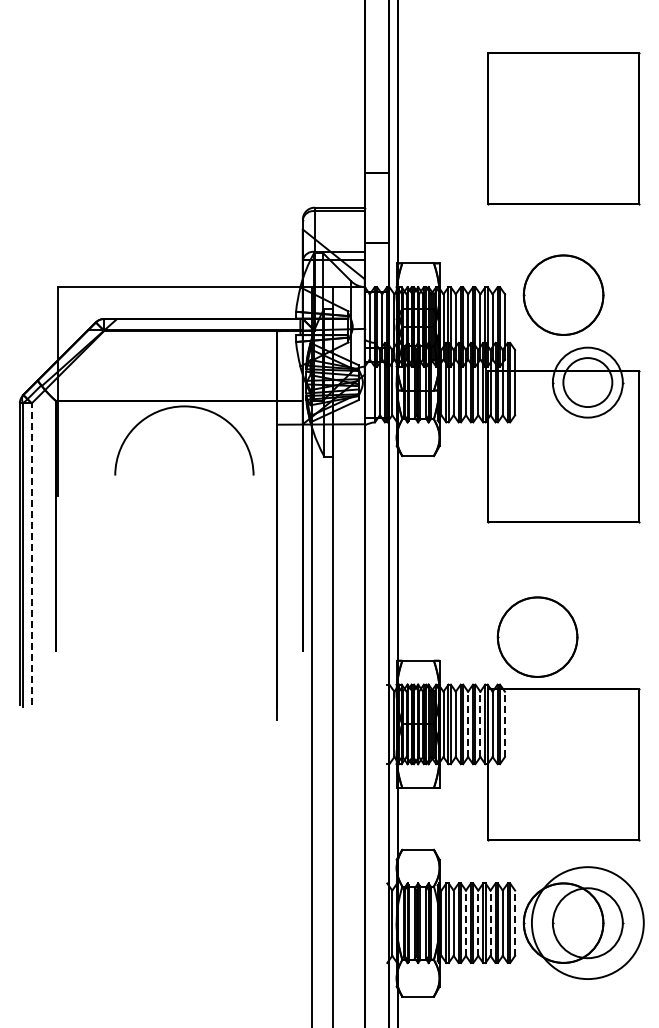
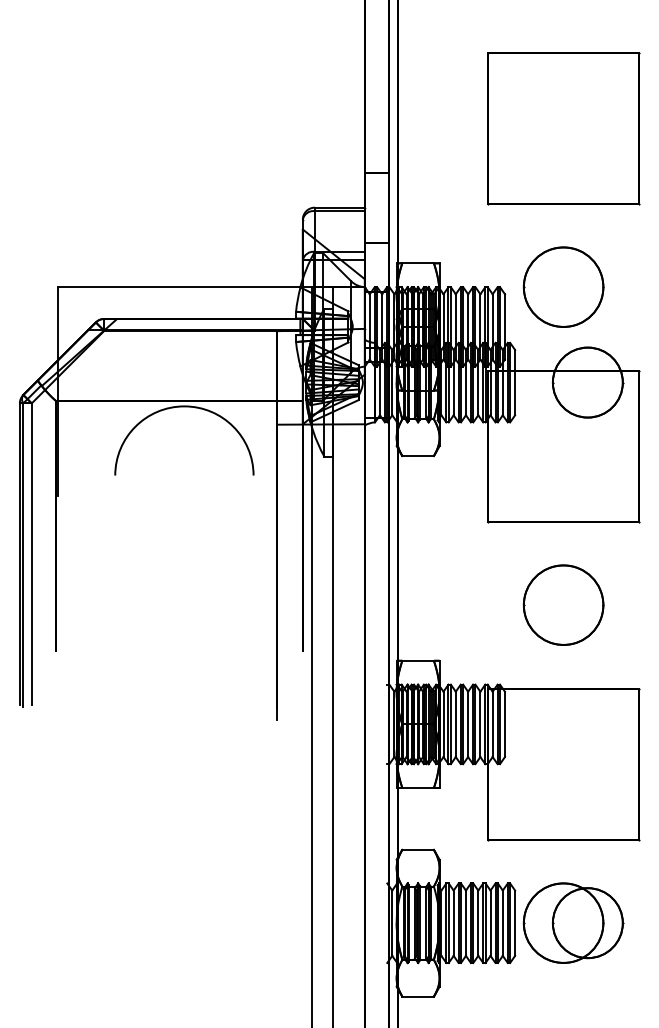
part at (563, 294) position: (563, 294) -> (563, 286)
circle at (587, 382) diameter: 49 px -> 70 px
line at (31, 553): dashed -> solid
part at (537, 636) position: (537, 636) -> (563, 604)
line at (468, 724): dashed -> solid
line at (480, 724): dashed -> solid
line at (504, 724): dashed -> solid
line at (465, 923): dashed -> solid
line at (478, 923): dashed -> solid
line at (490, 923): dashed -> solid
line at (515, 923): dashed -> solid
circle at (587, 923) diameter: 112 px -> 70 px
